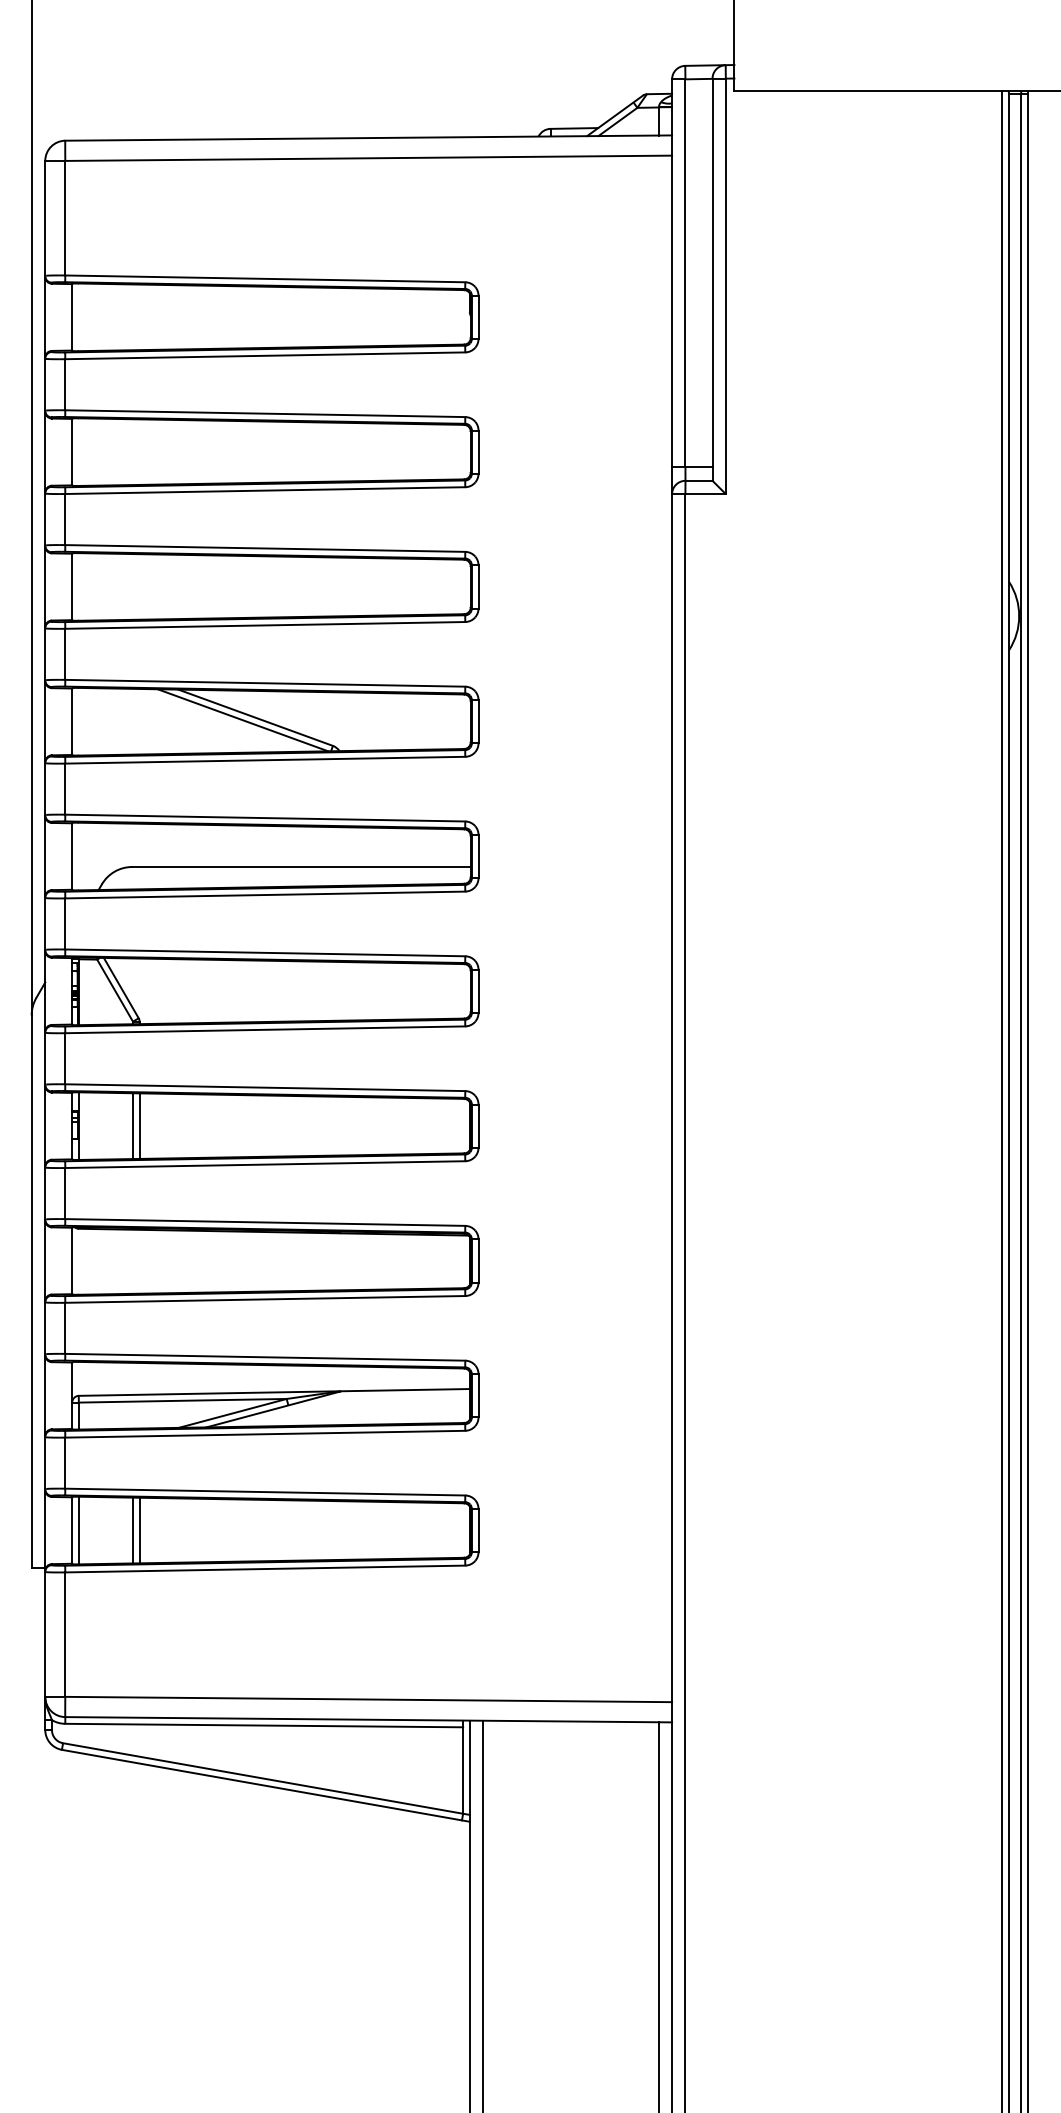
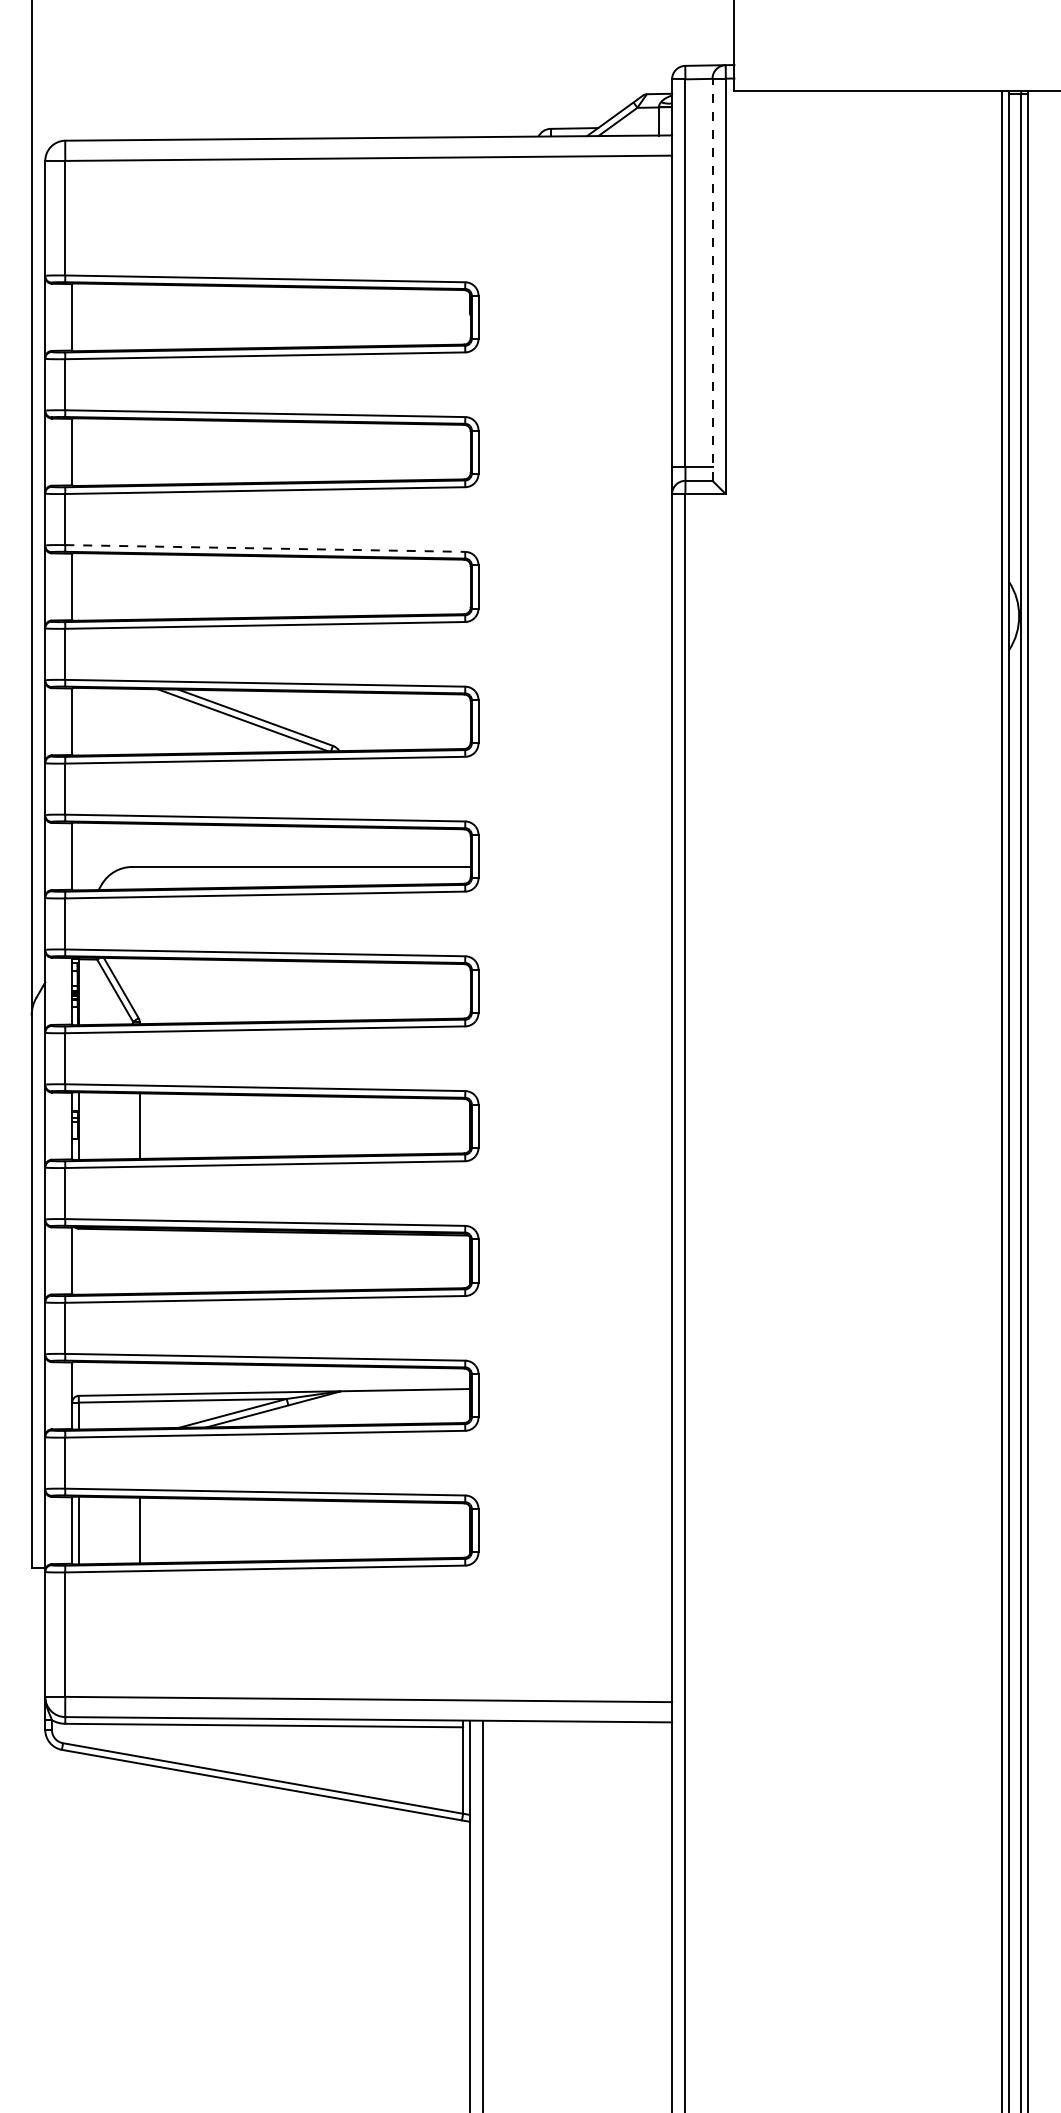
line at (712, 279): solid -> dashed
line at (265, 548): solid -> dashed
line at (133, 1126): present -> none
line at (133, 1530): present -> none
line at (658, 1915): present -> none
